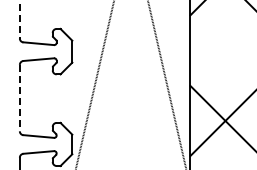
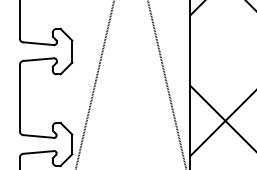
line at (19, 19): dashed -> solid
line at (19, 98): dashed -> solid
